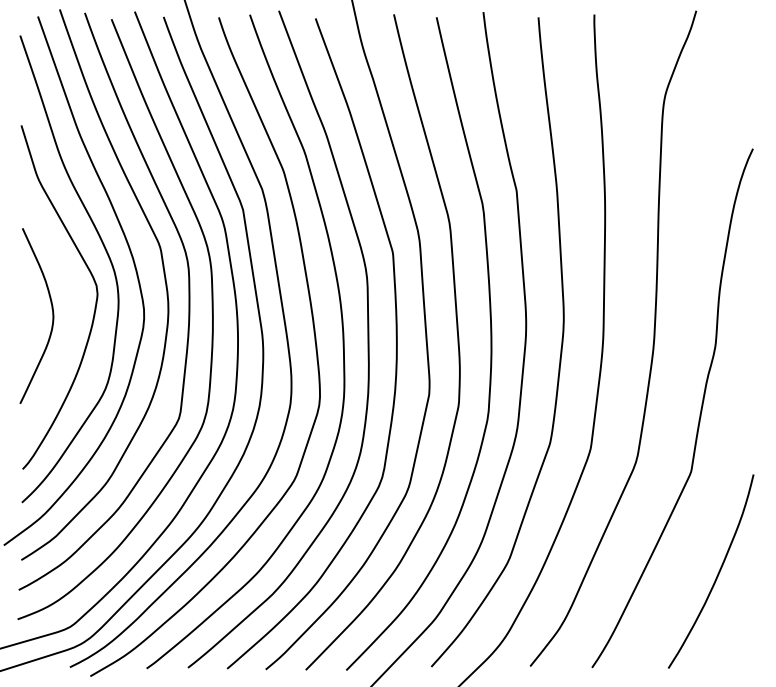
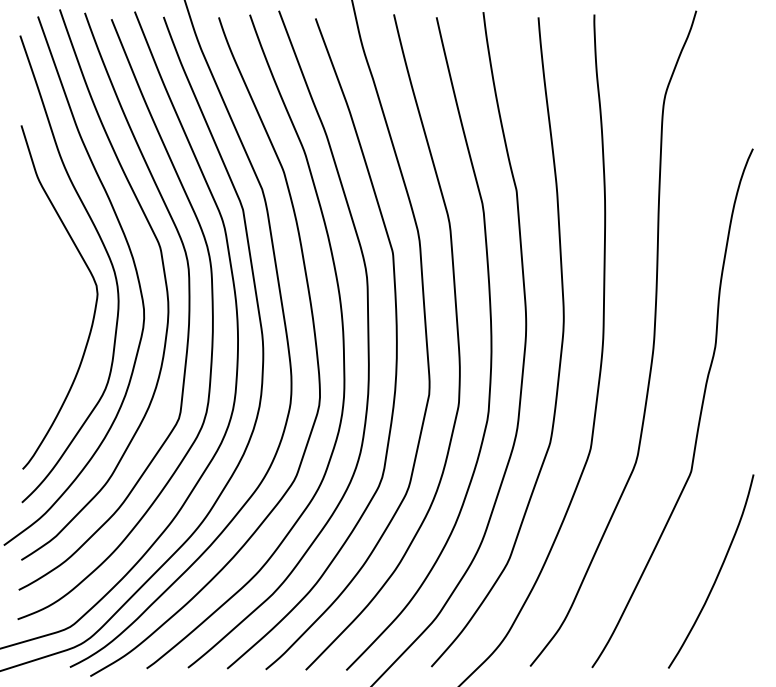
curve at (52, 315): present -> none
